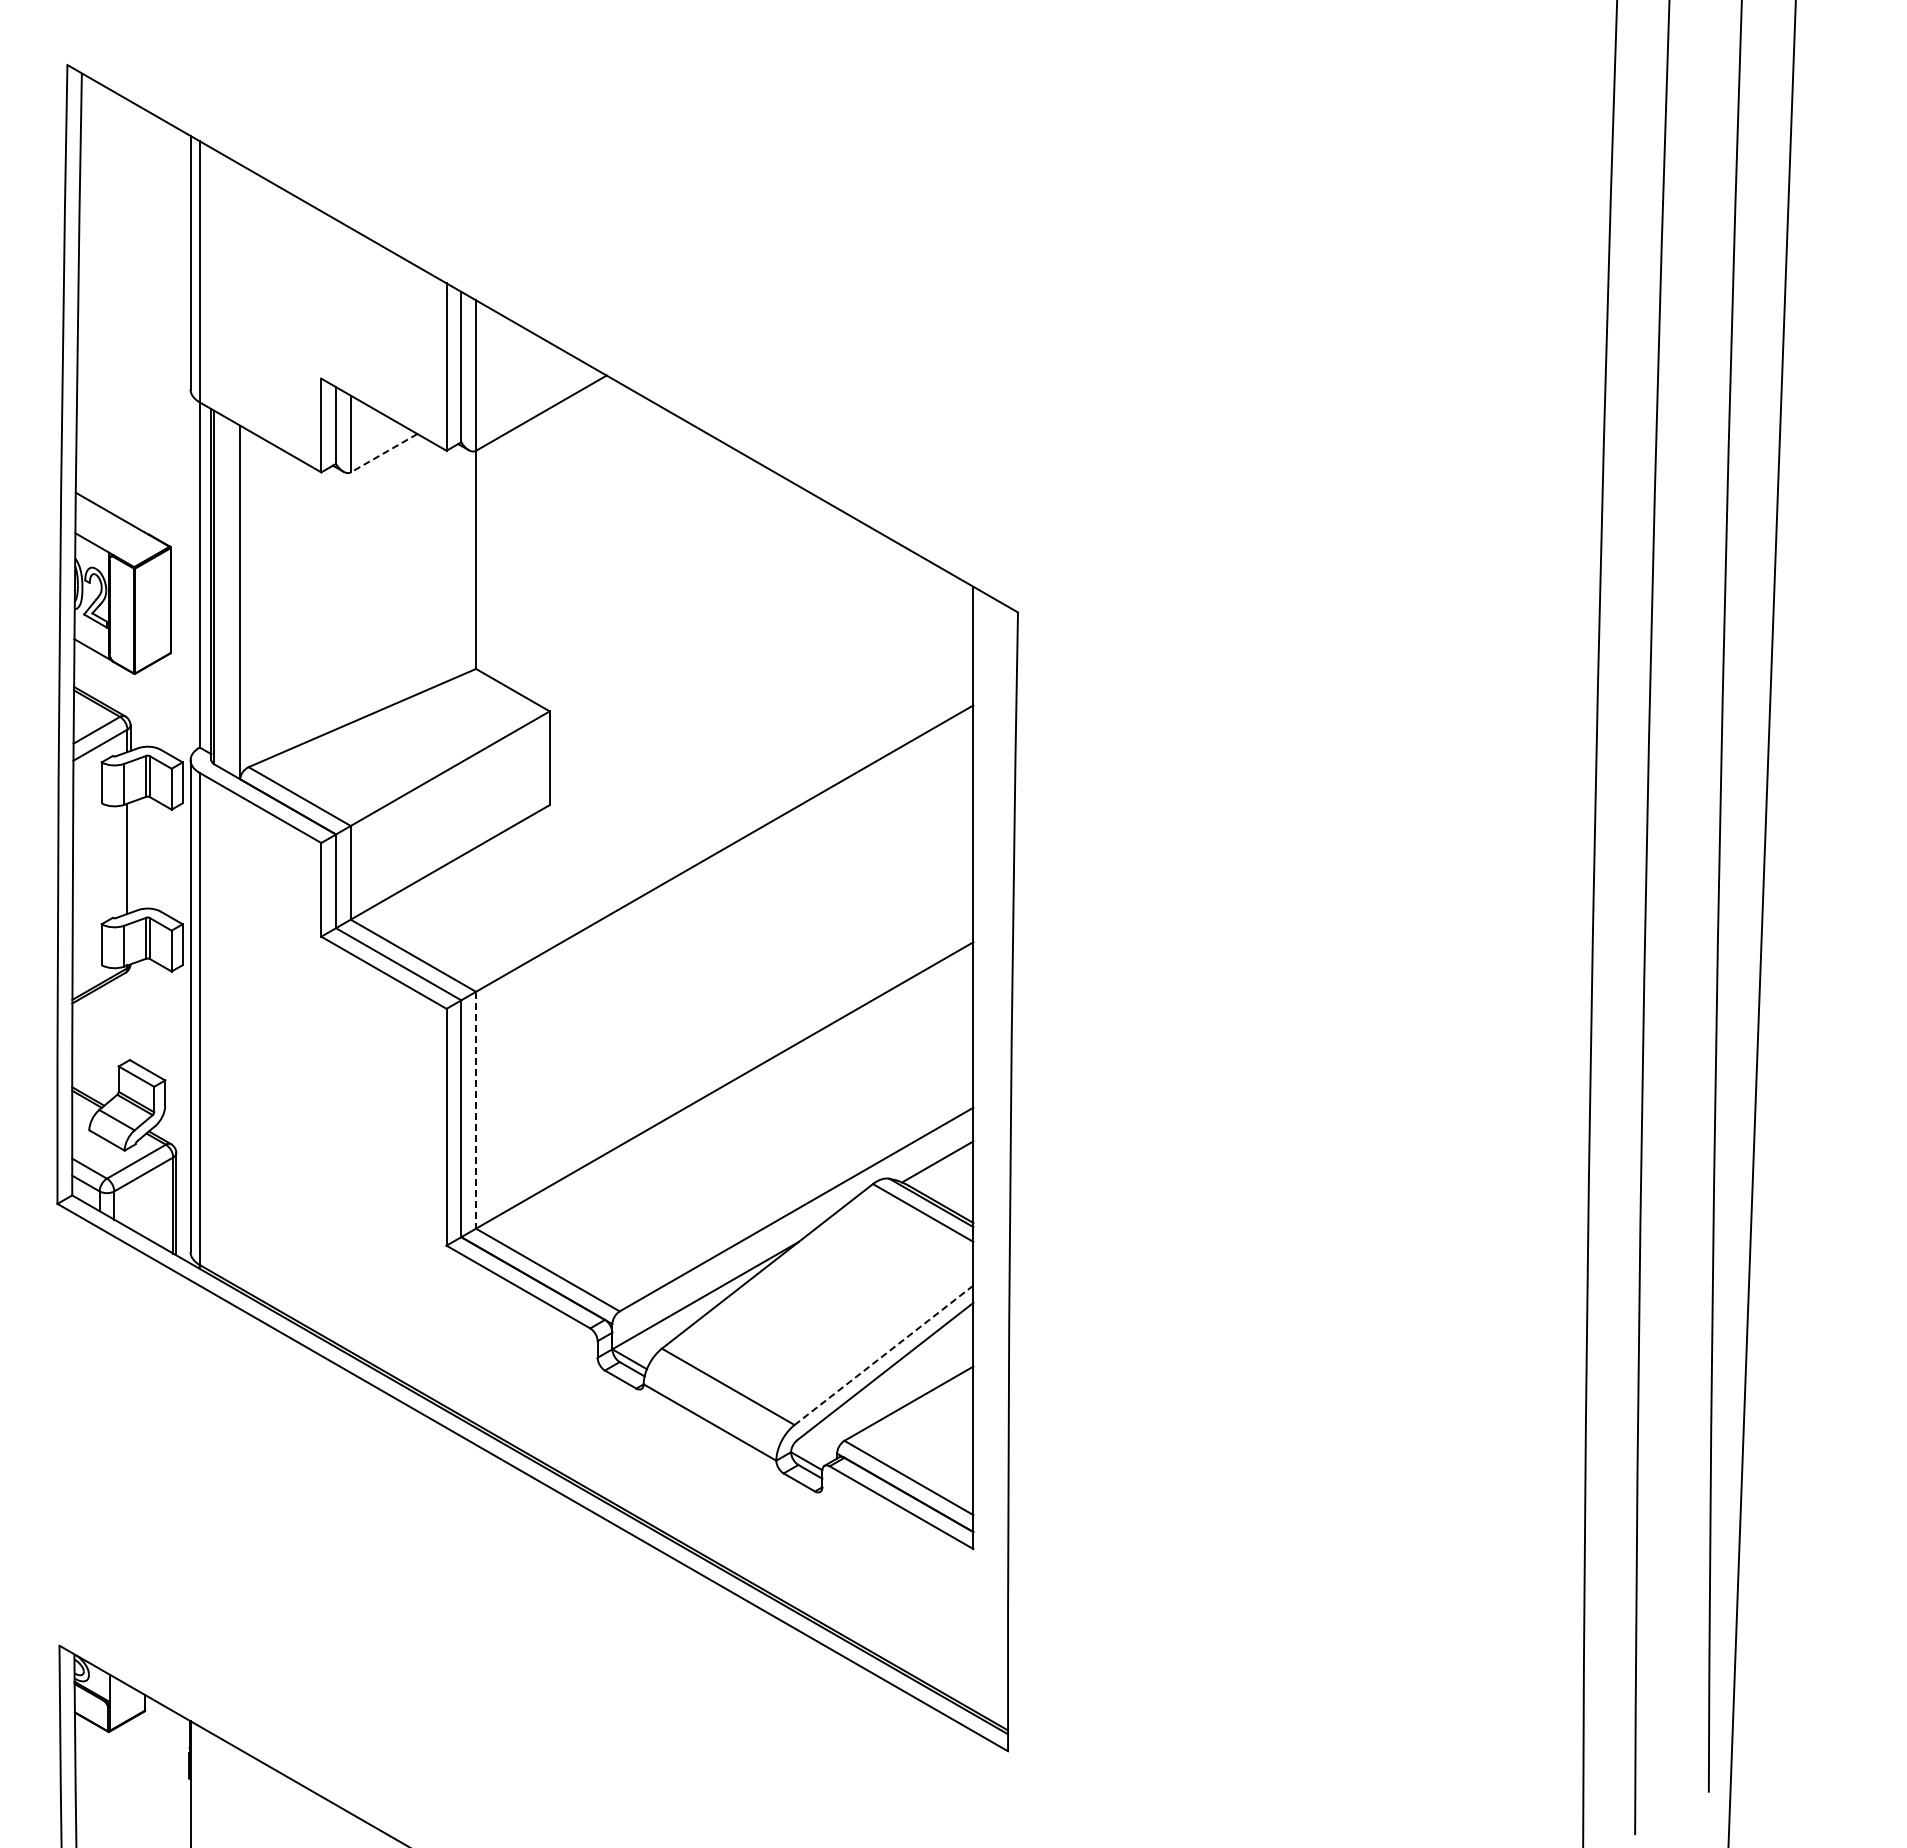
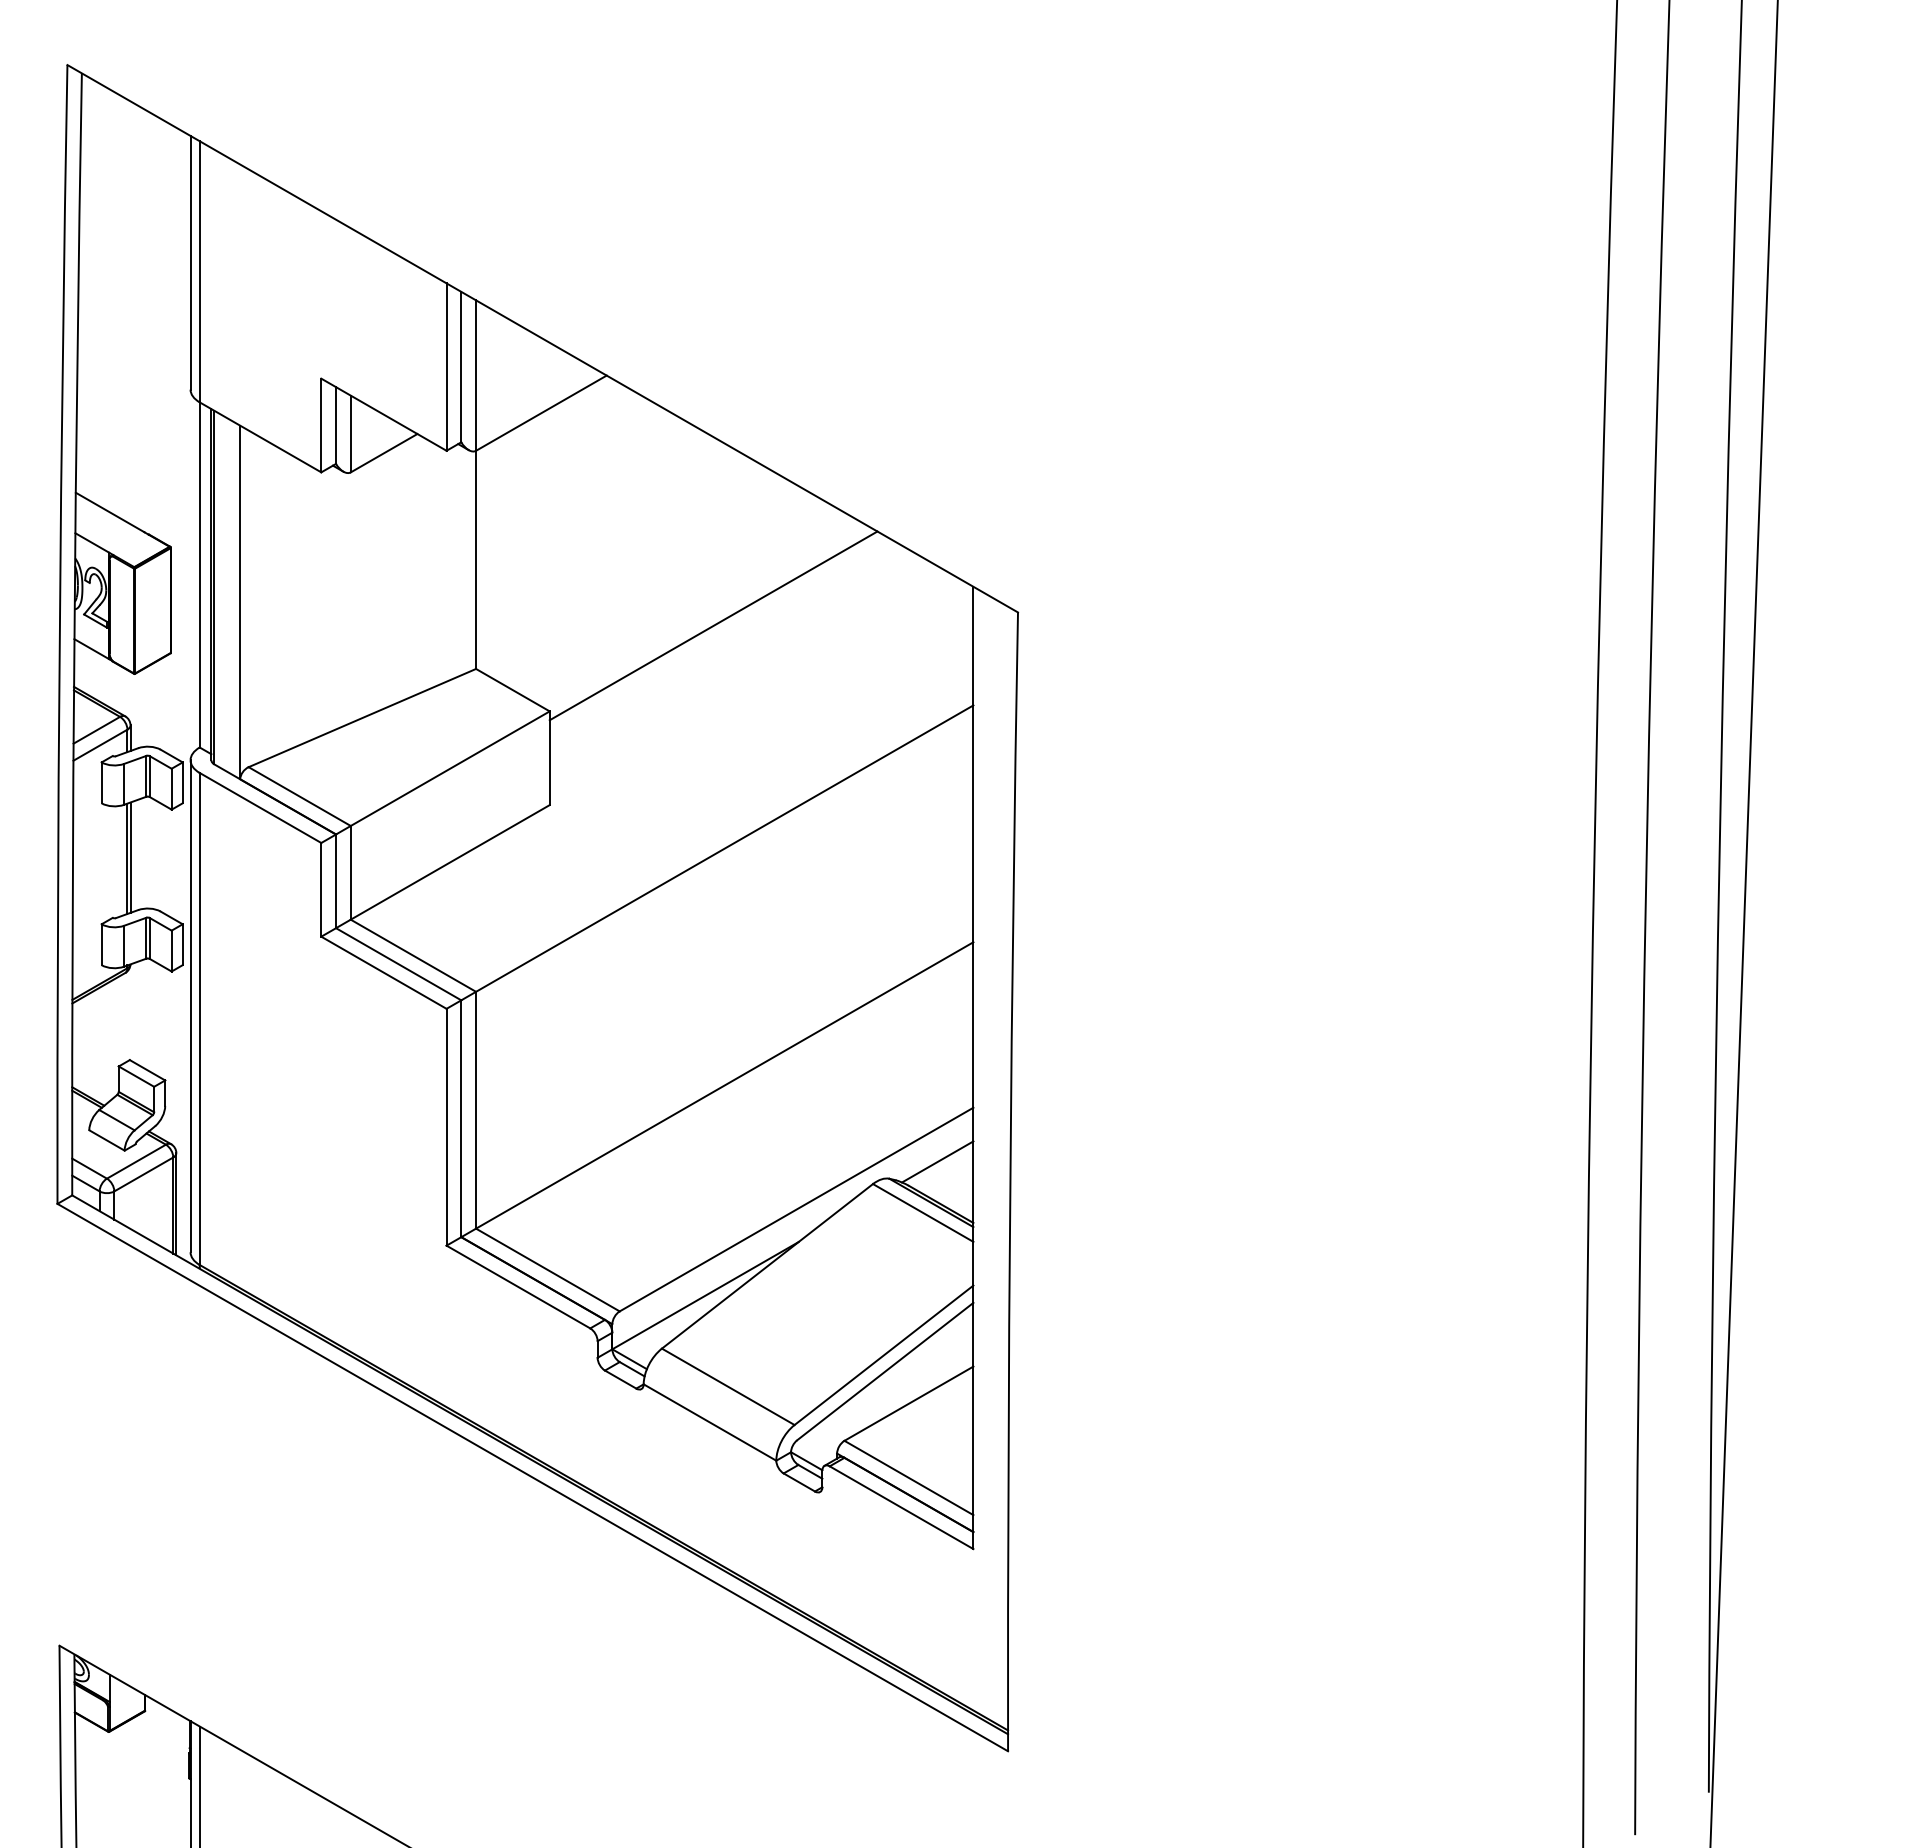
line at (383, 453): dashed -> solid
line at (713, 625): none -> present
line at (130, 857): none -> present
line at (1761, 923) position: (1761, 923) -> (1743, 923)
line at (476, 1110): dashed -> solid
line at (883, 1355): dashed -> solid
line at (199, 1785): none -> present
